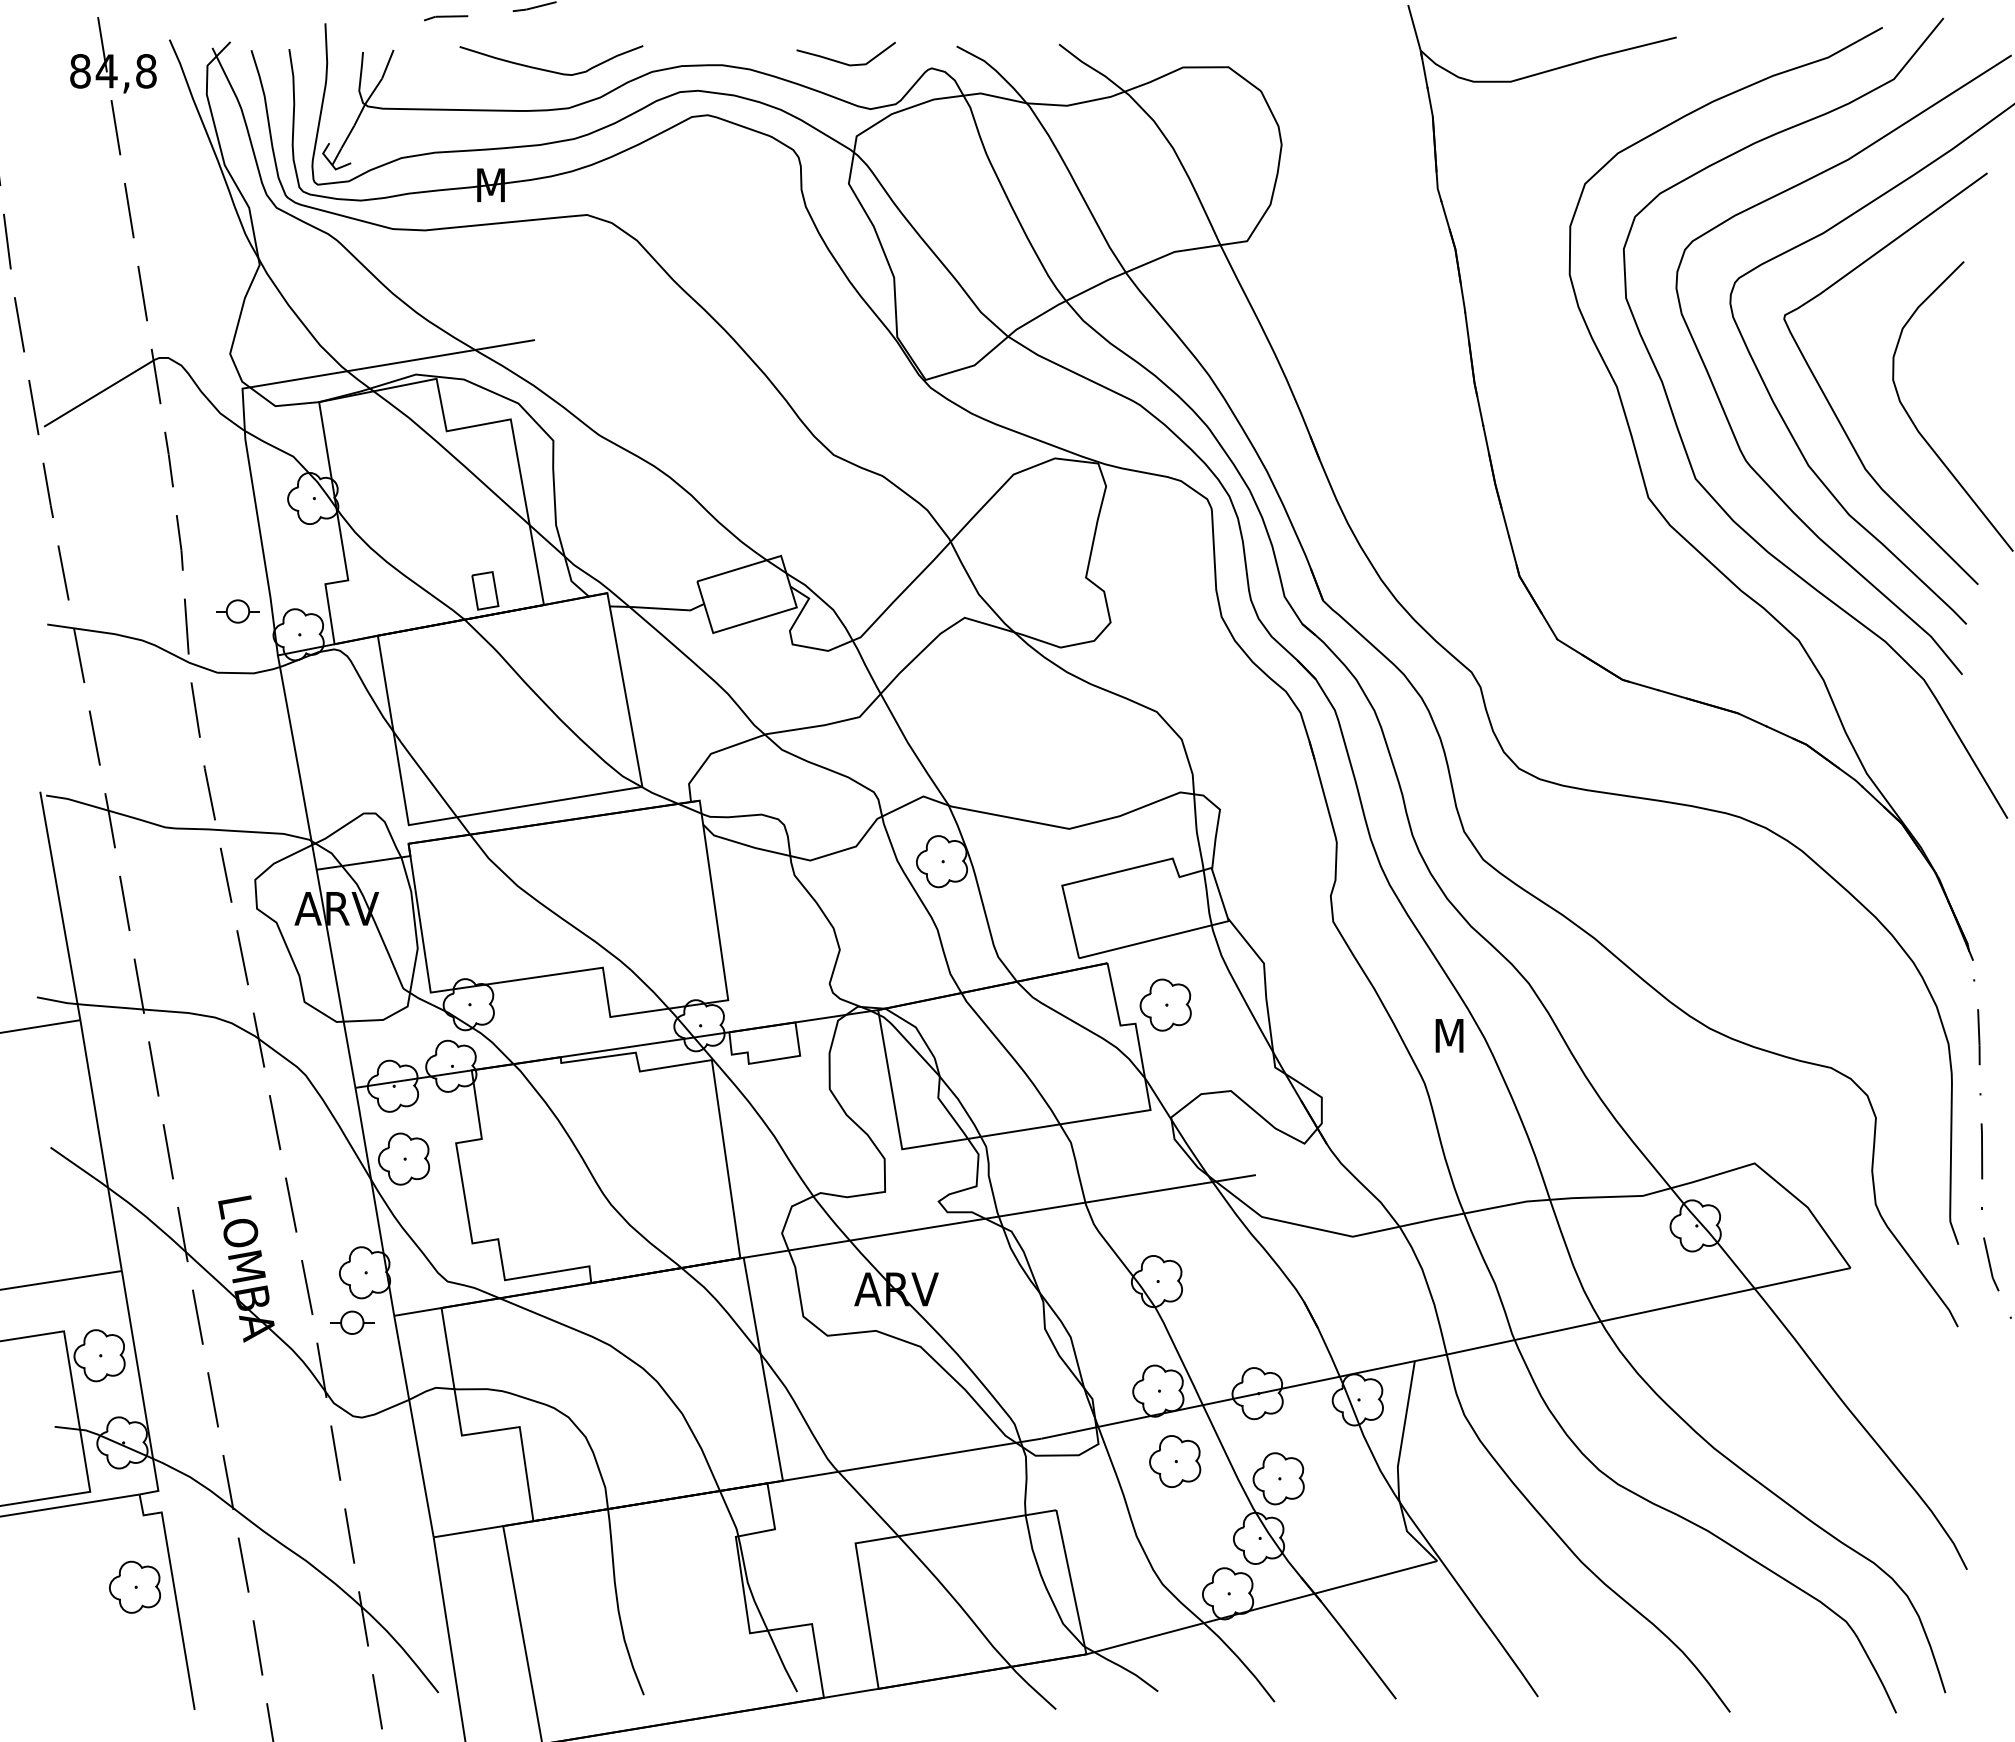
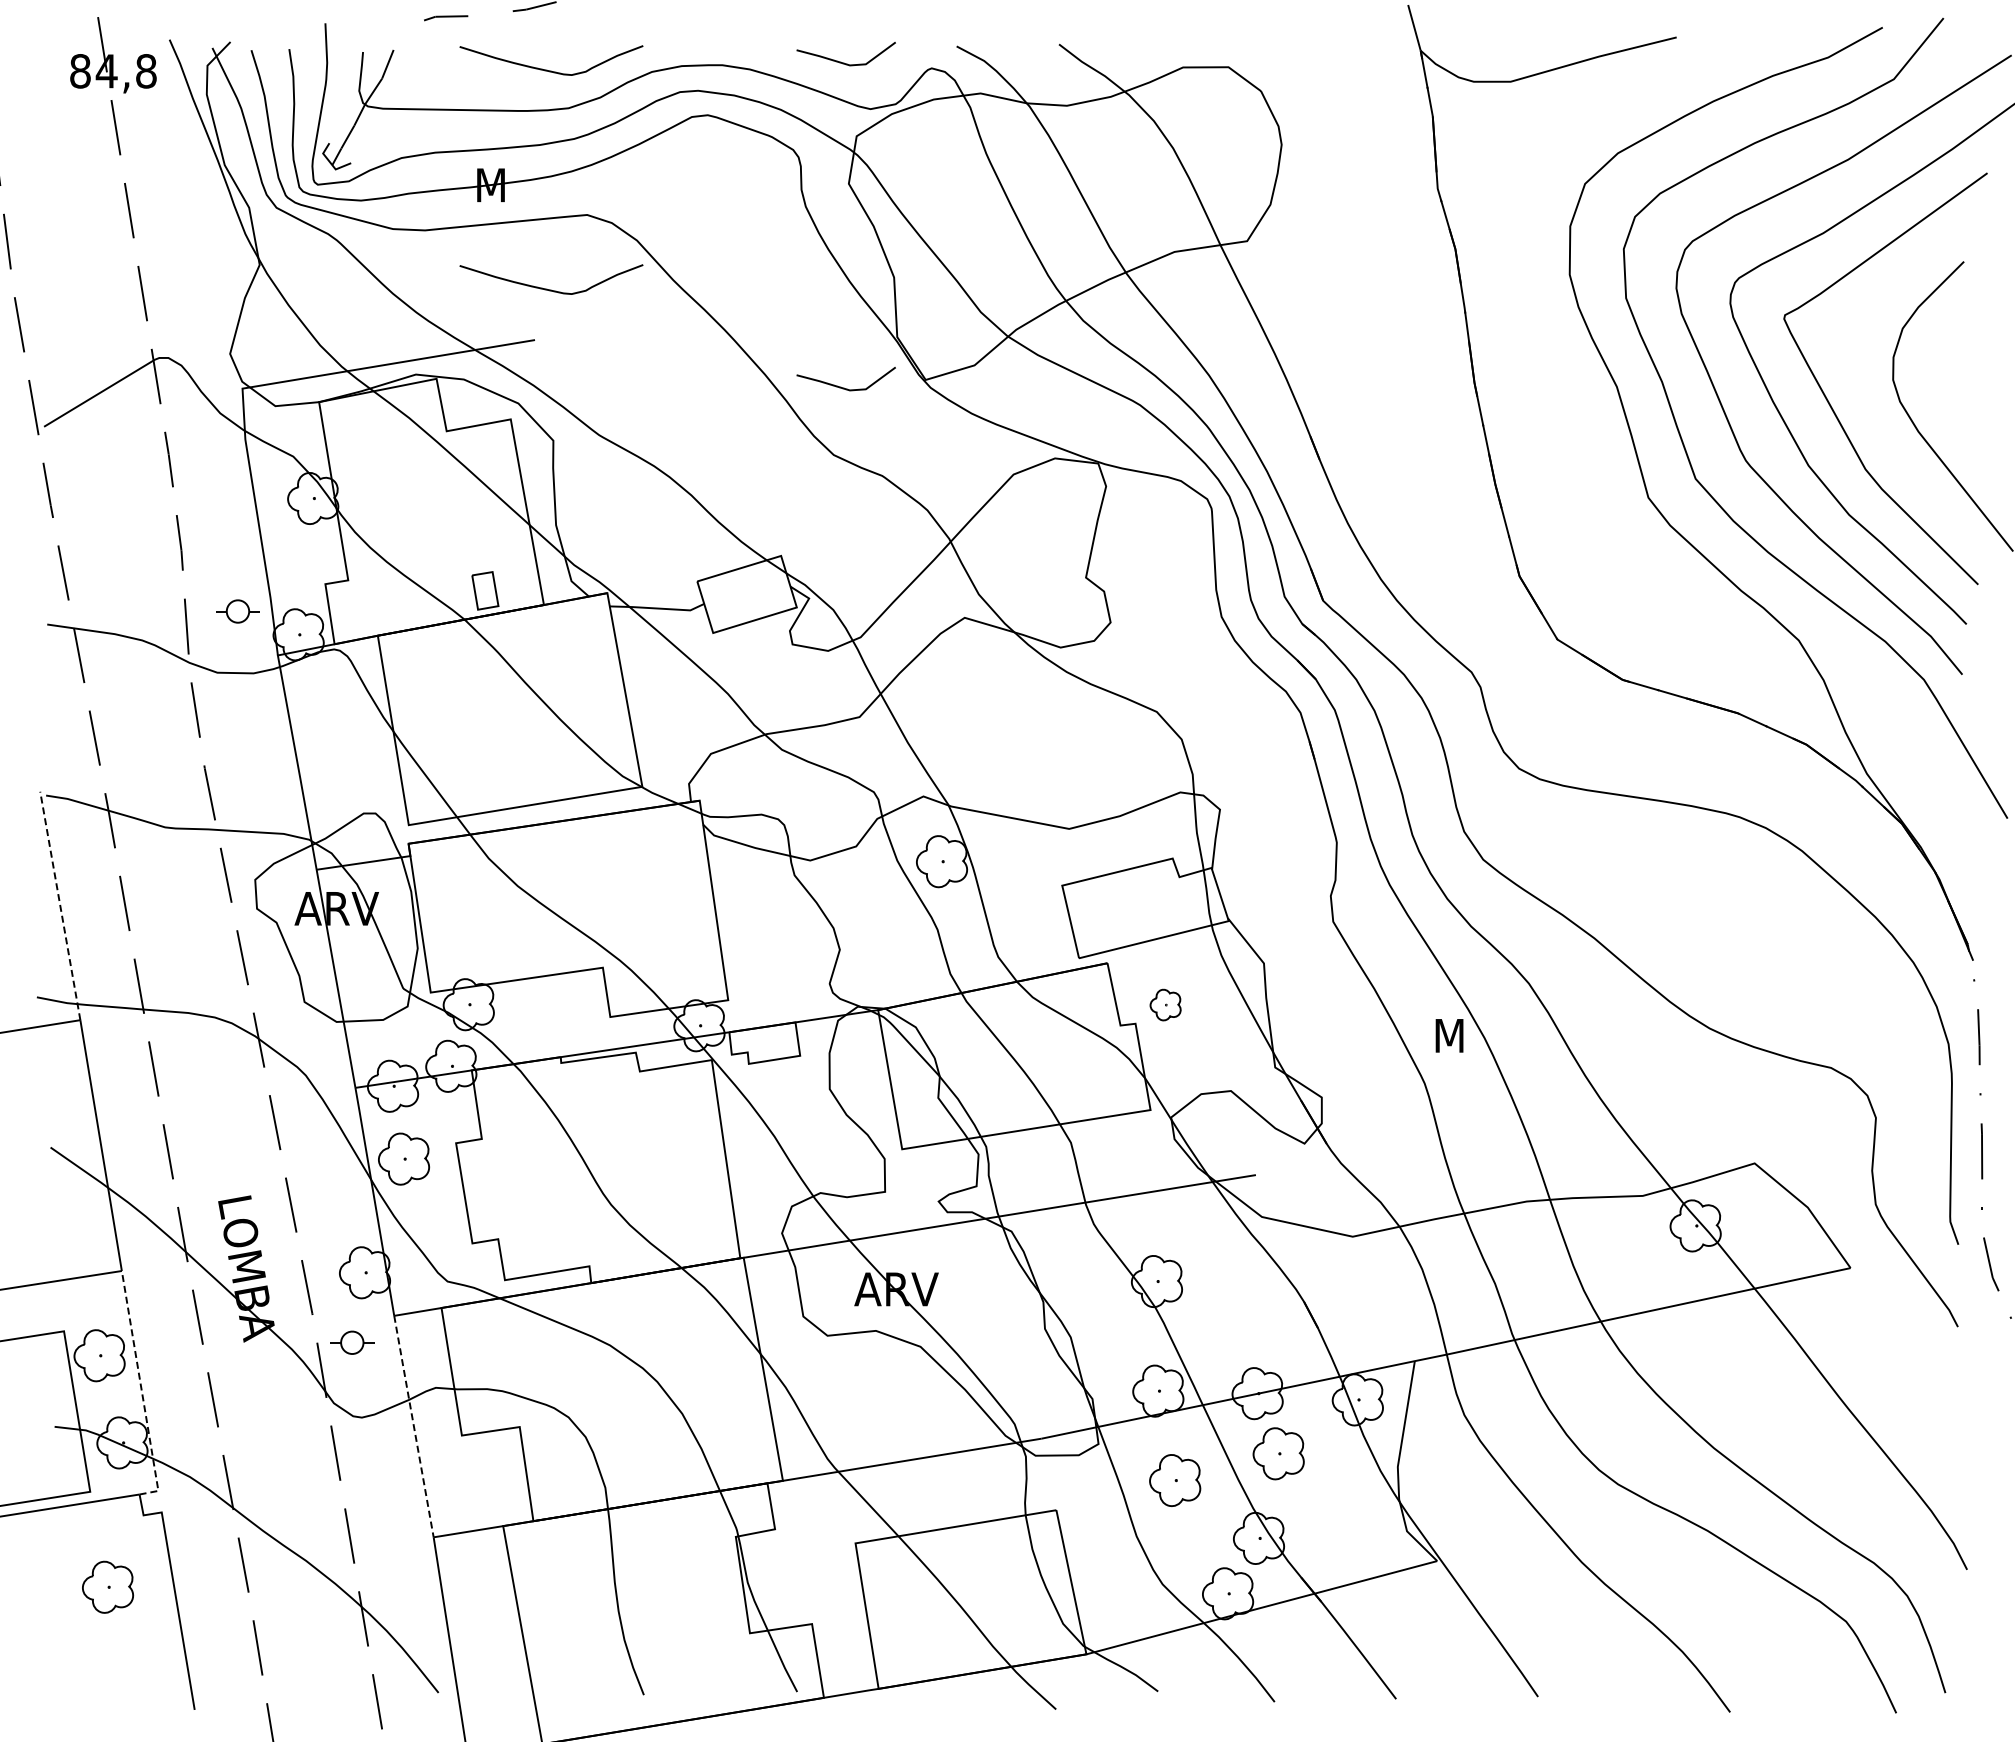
curve at (547, 288): none -> present
line at (841, 386): none -> present
line at (60, 905): solid -> dashed
part at (1165, 1004) size: 53x54 px -> 33x34 px
part at (352, 1322) position: (352, 1322) -> (352, 1342)
line at (141, 1391): solid -> dashed
line at (414, 1427): solid -> dashed
part at (1175, 1461) position: (1175, 1461) -> (1175, 1480)
part at (1278, 1478) position: (1278, 1478) -> (1278, 1453)
part at (135, 1586) position: (135, 1586) -> (108, 1586)
